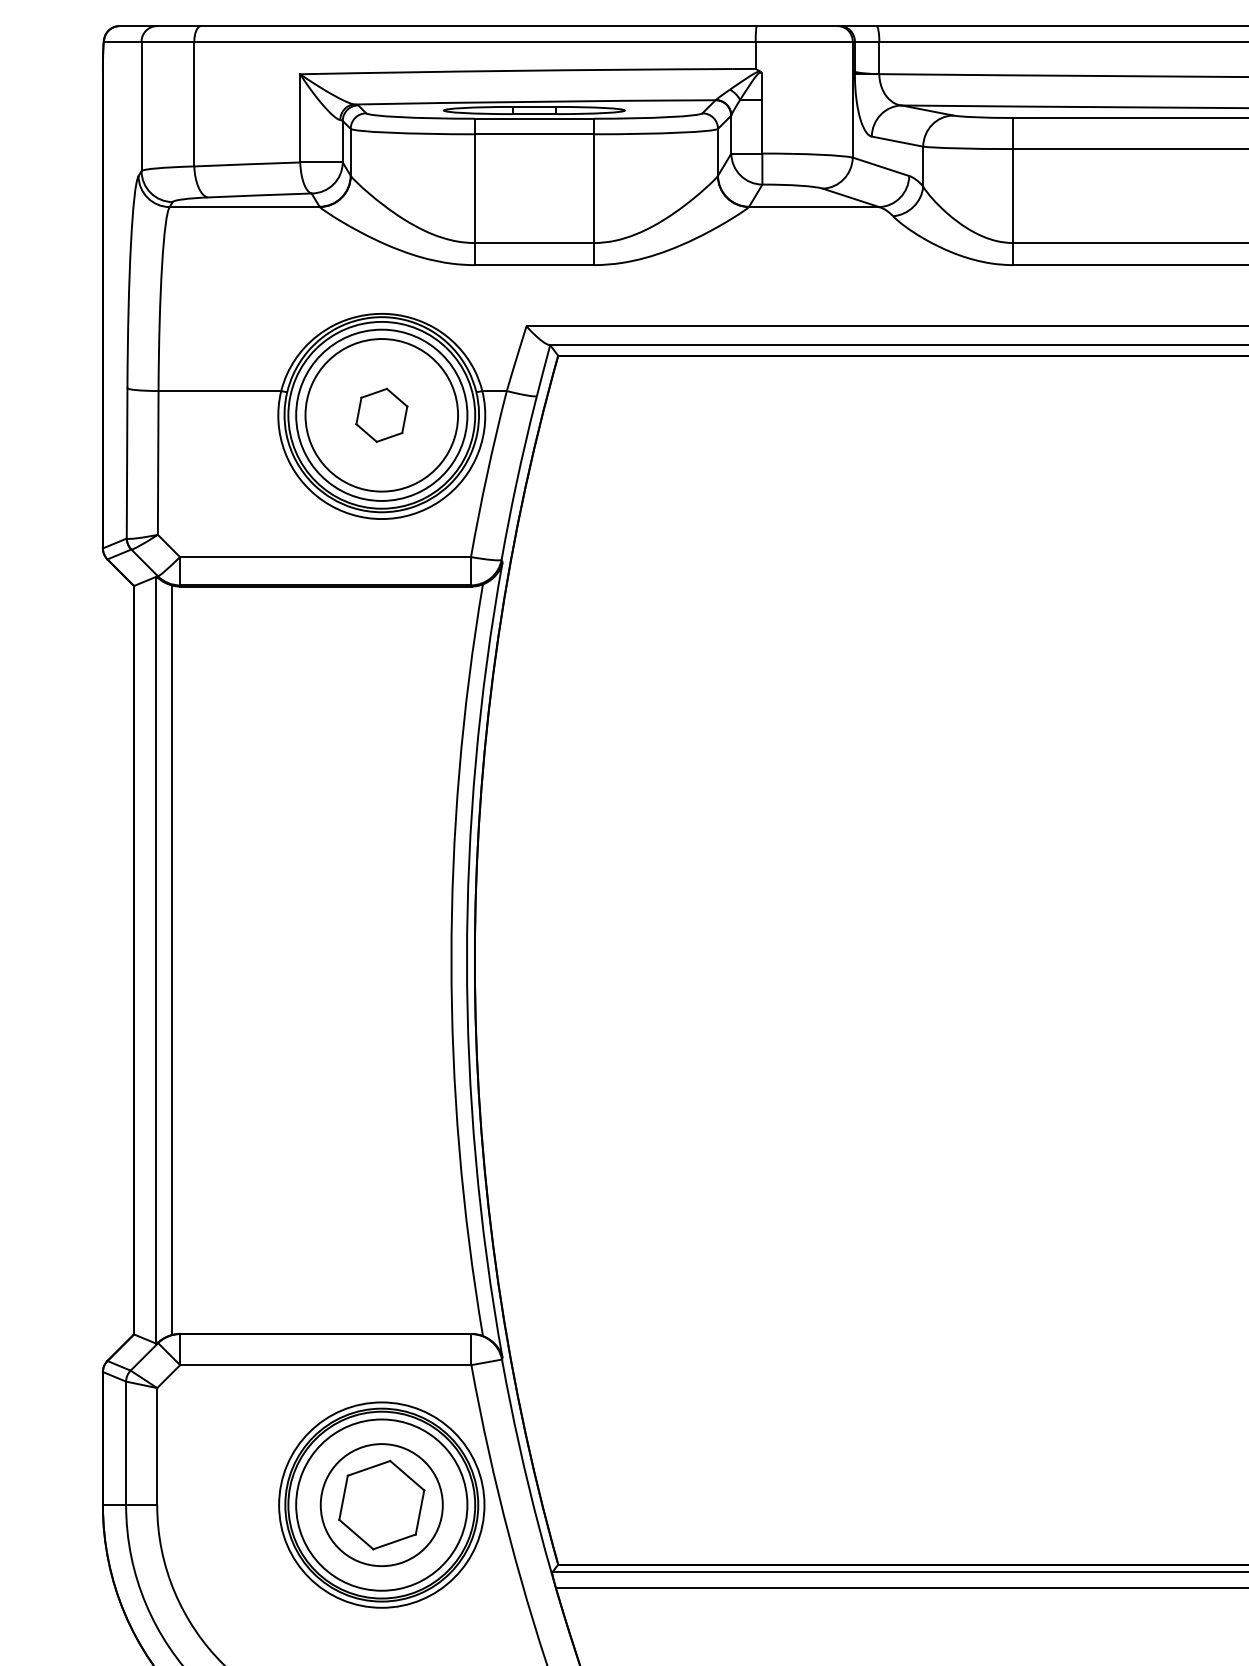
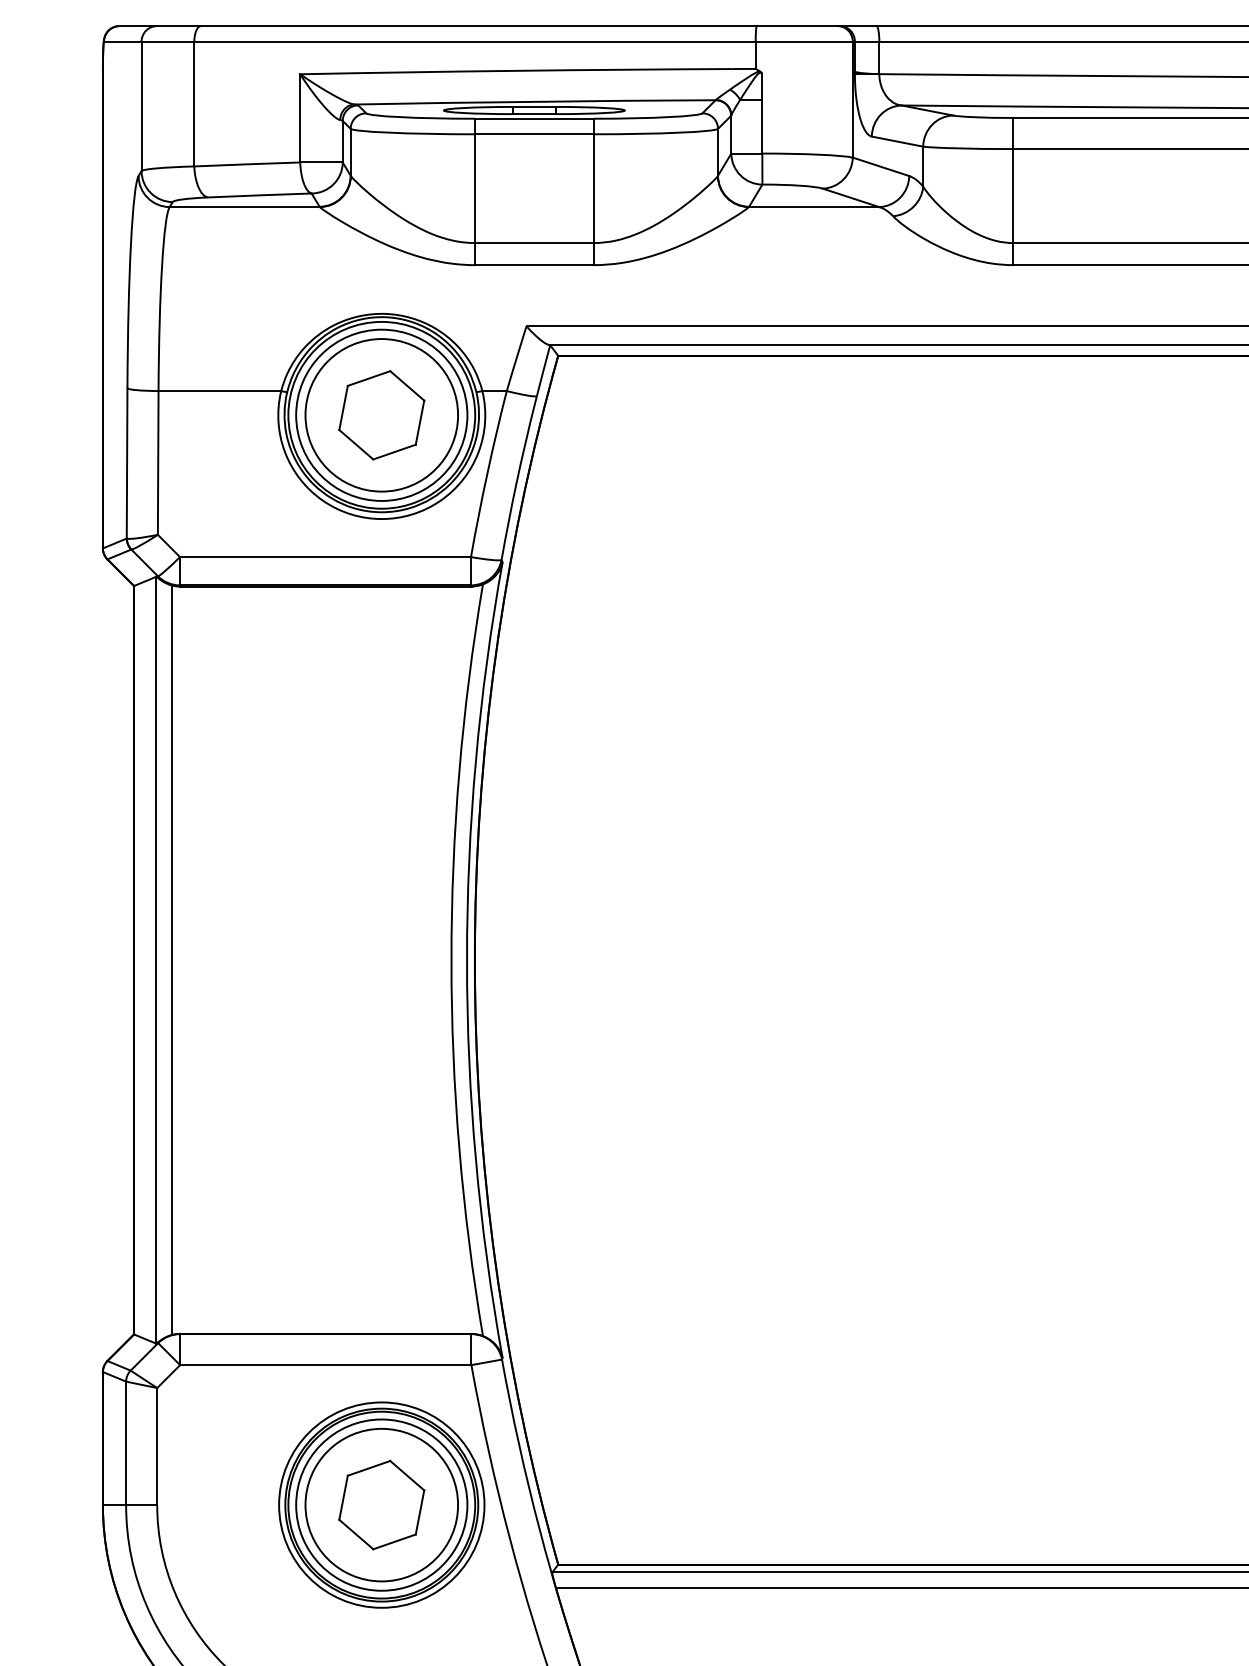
part at (381, 414) size: 54x56 px -> 88x91 px
circle at (381, 1505) diameter: 122 px -> 153 px
